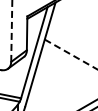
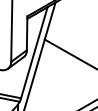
line at (11, 30): dashed -> solid
line at (71, 54): dashed -> solid
